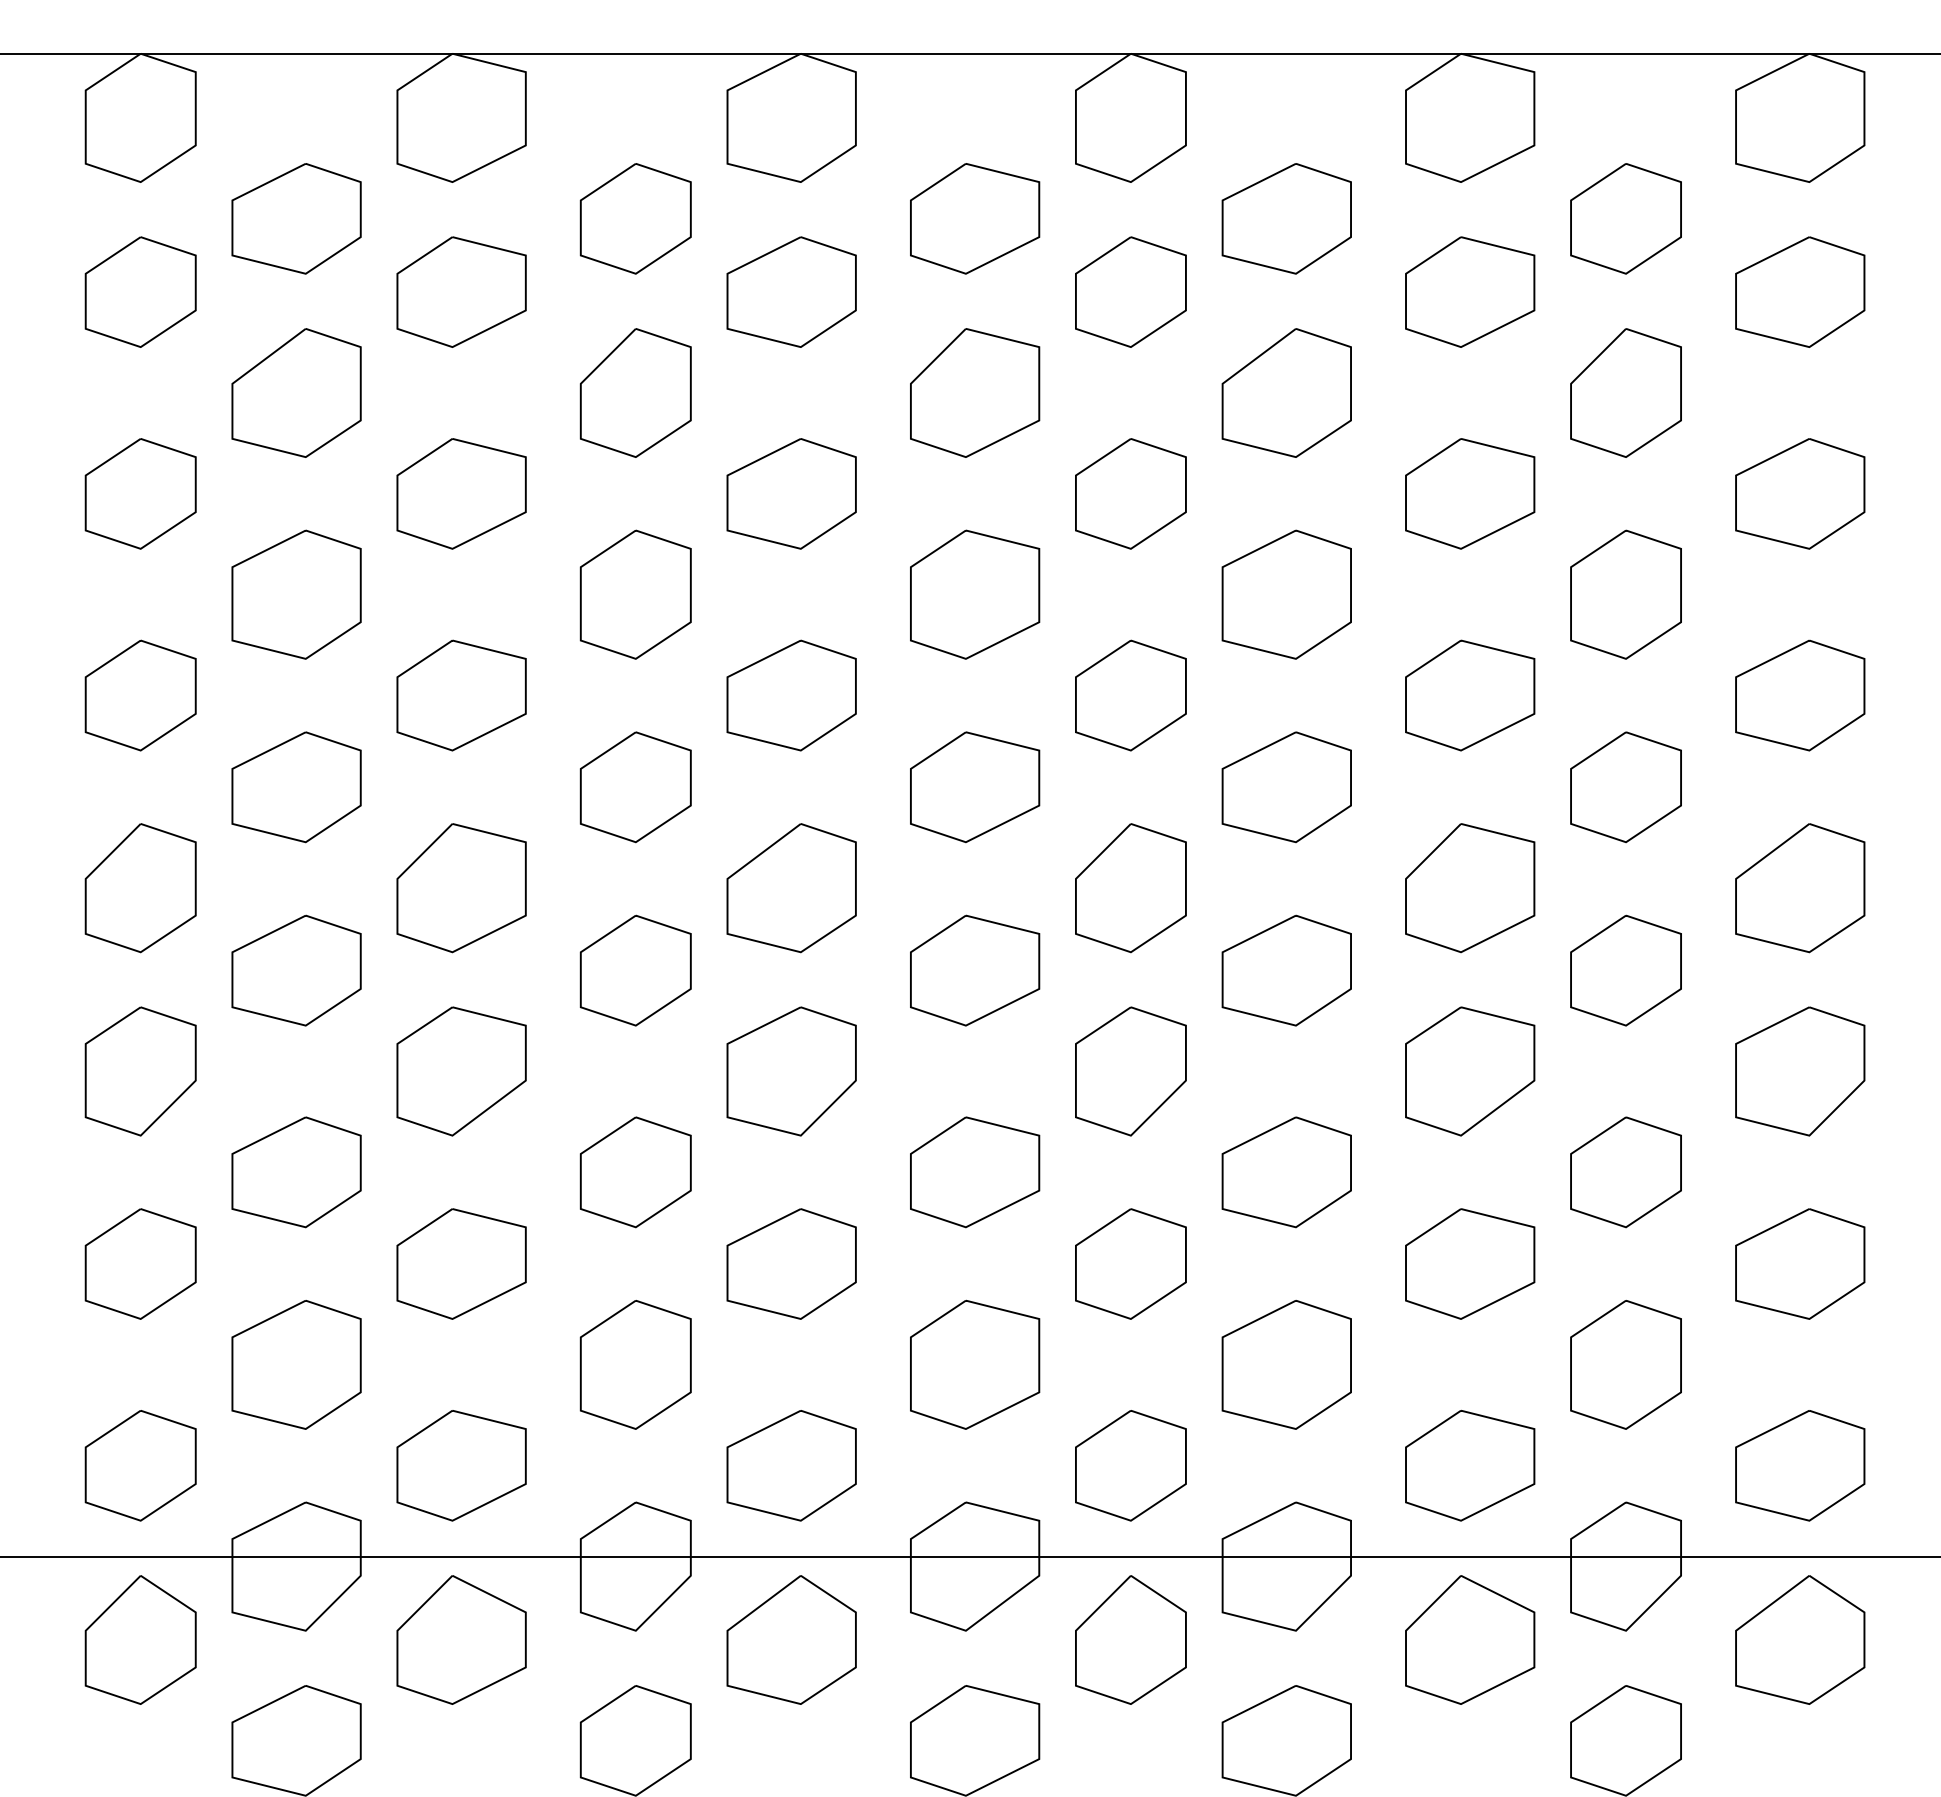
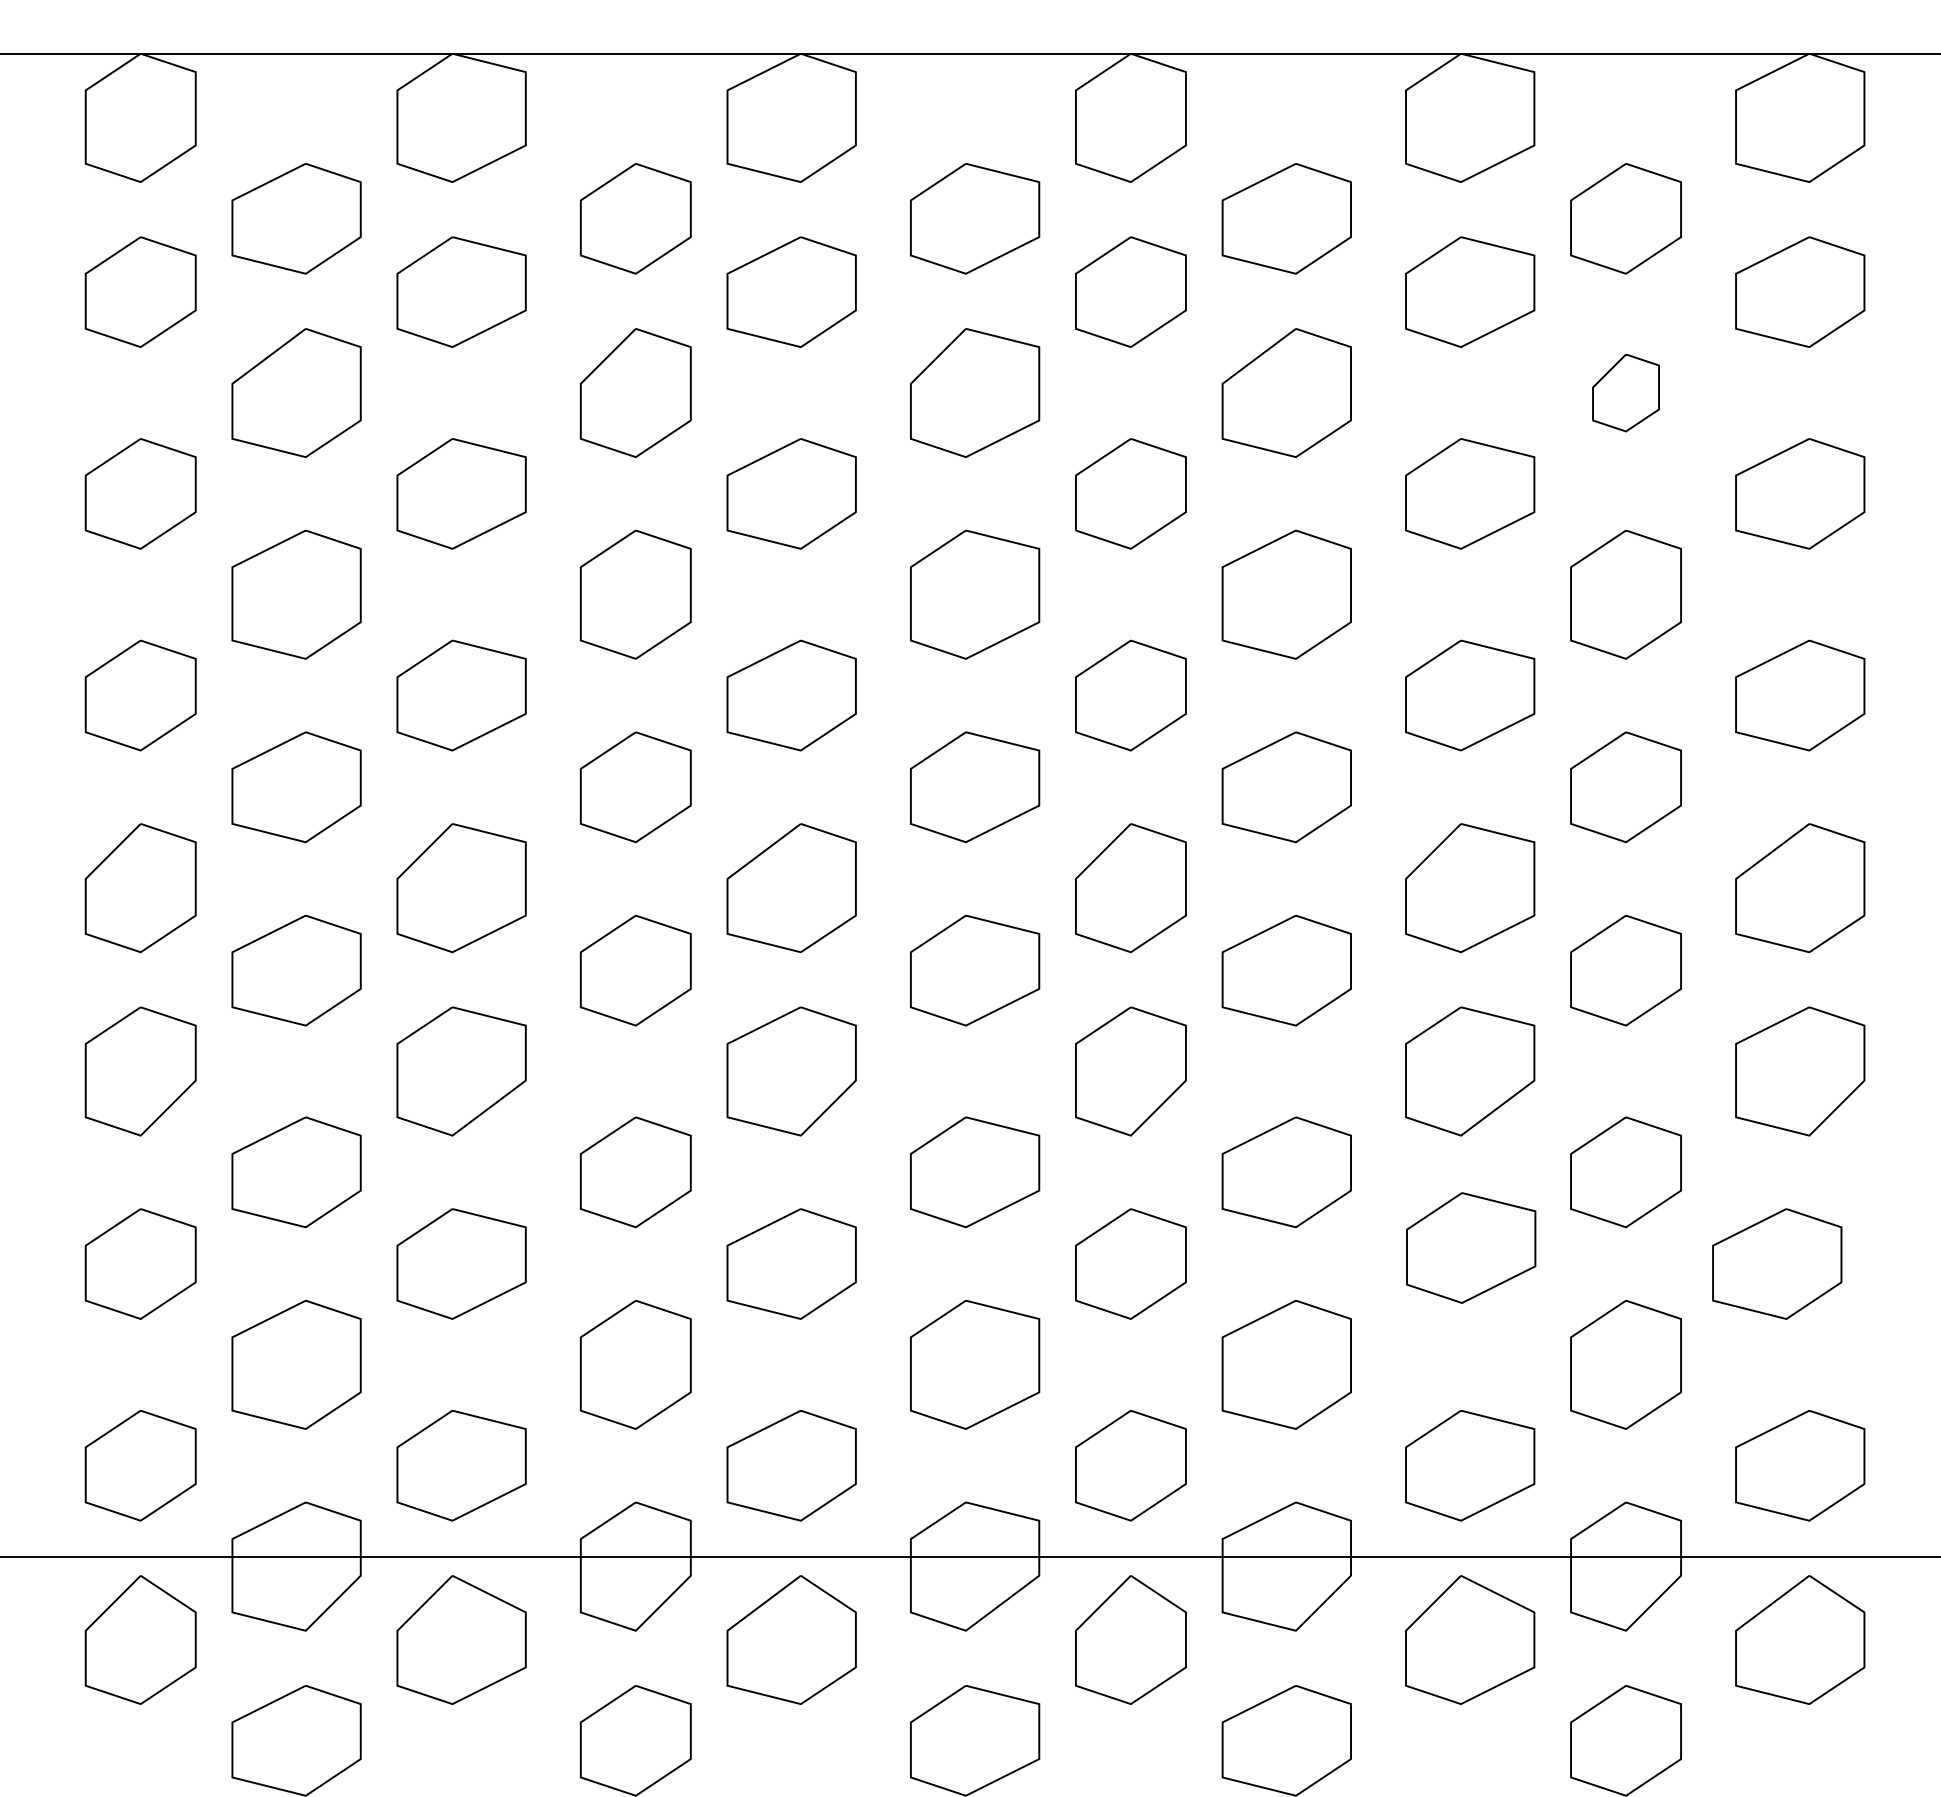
part at (1625, 392) size: 112x130 px -> 68x80 px
part at (1470, 1263) position: (1470, 1263) -> (1471, 1247)
part at (1800, 1263) position: (1800, 1263) -> (1777, 1263)
